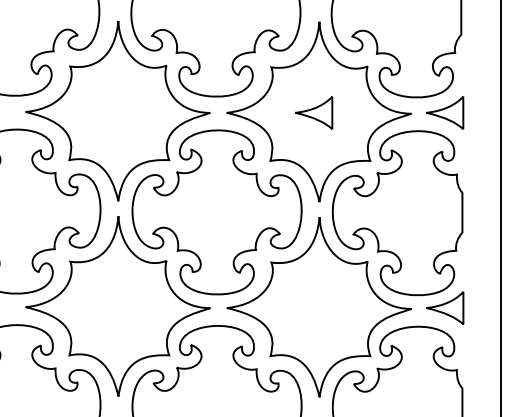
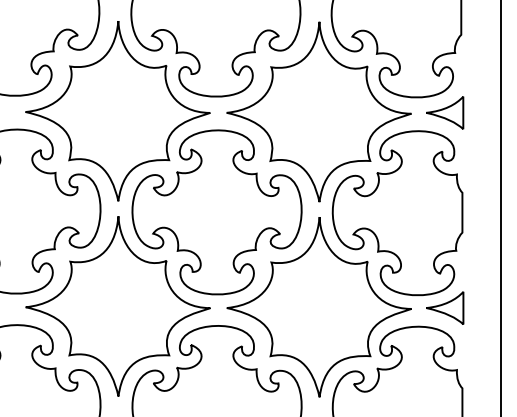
part at (314, 112): present -> none
